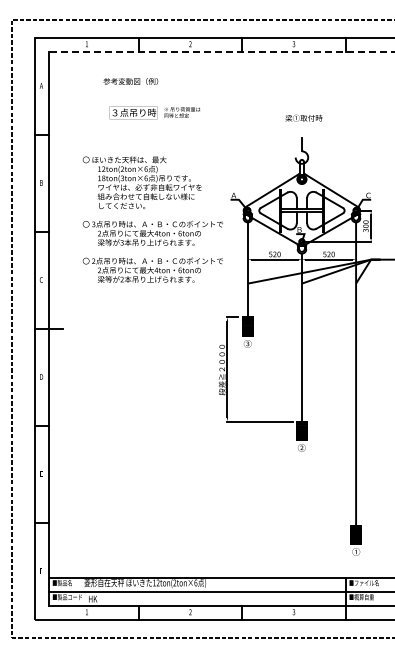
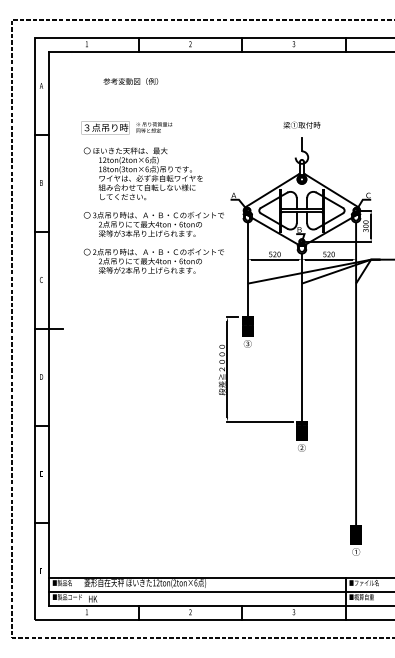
line at (221, 51): dashed -> solid
text at (154, 112) position: (154, 112) -> (126, 127)
text at (303, 117) position: (303, 117) -> (301, 124)
text at (152, 219) position: (152, 219) -> (153, 210)
